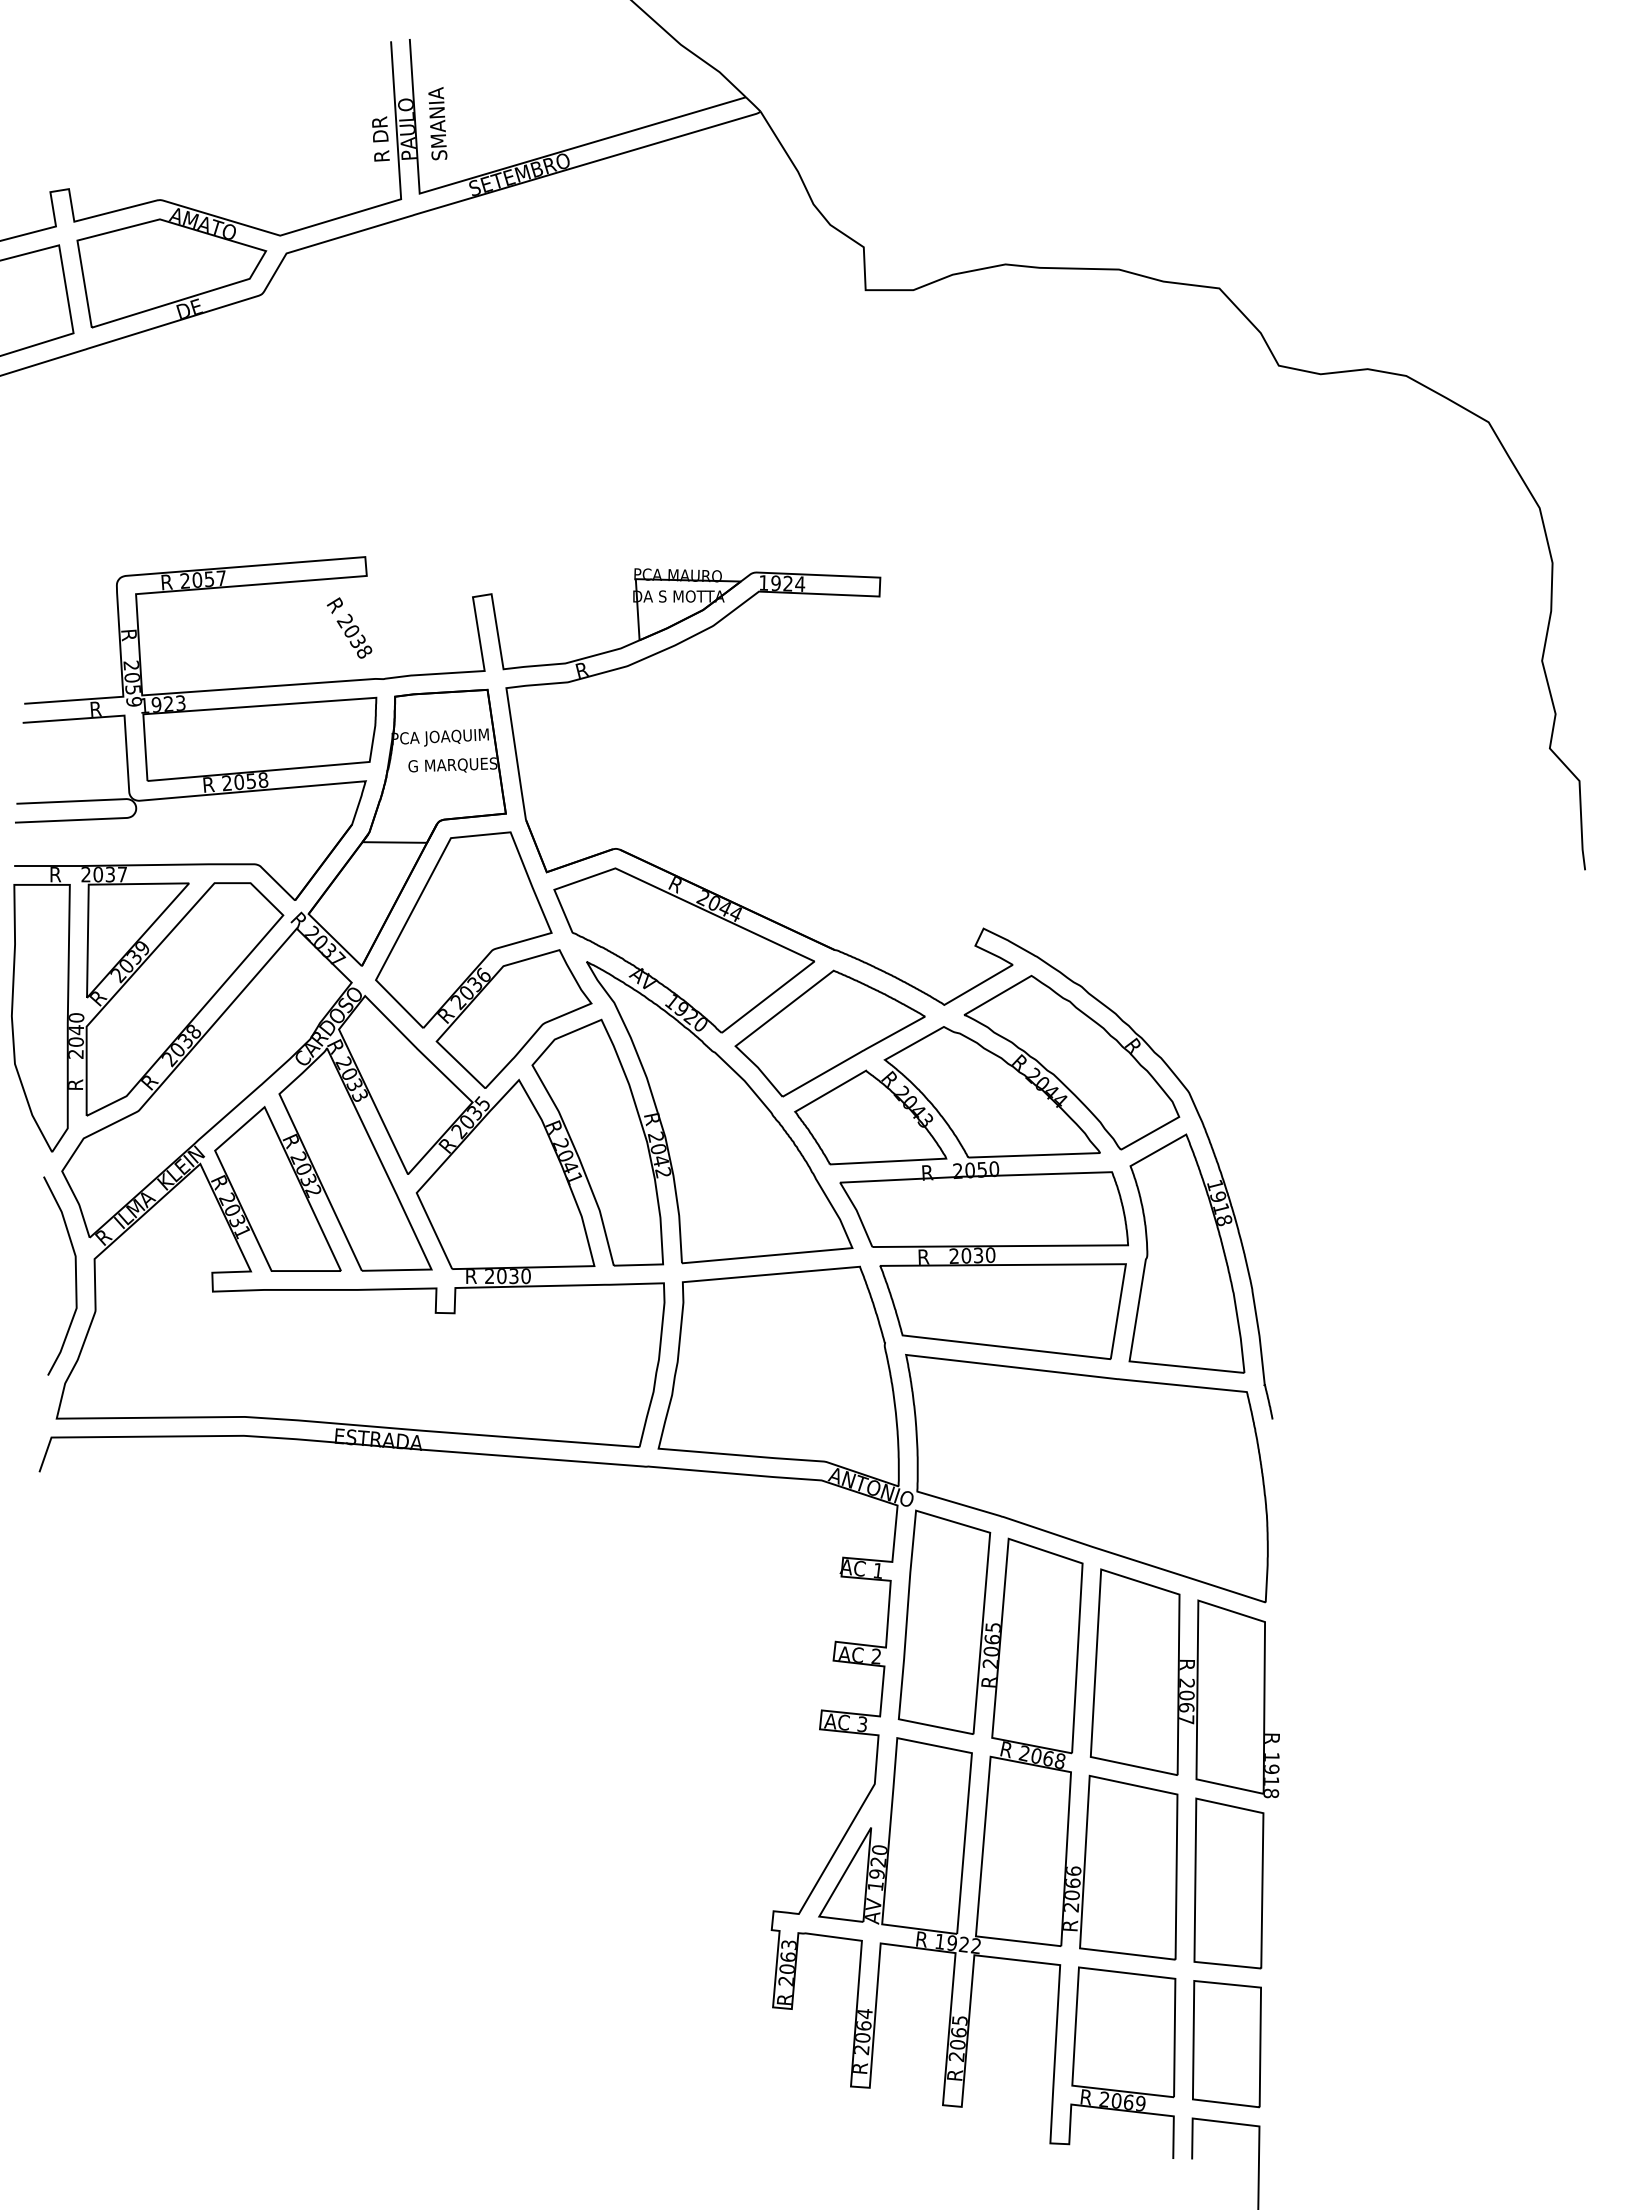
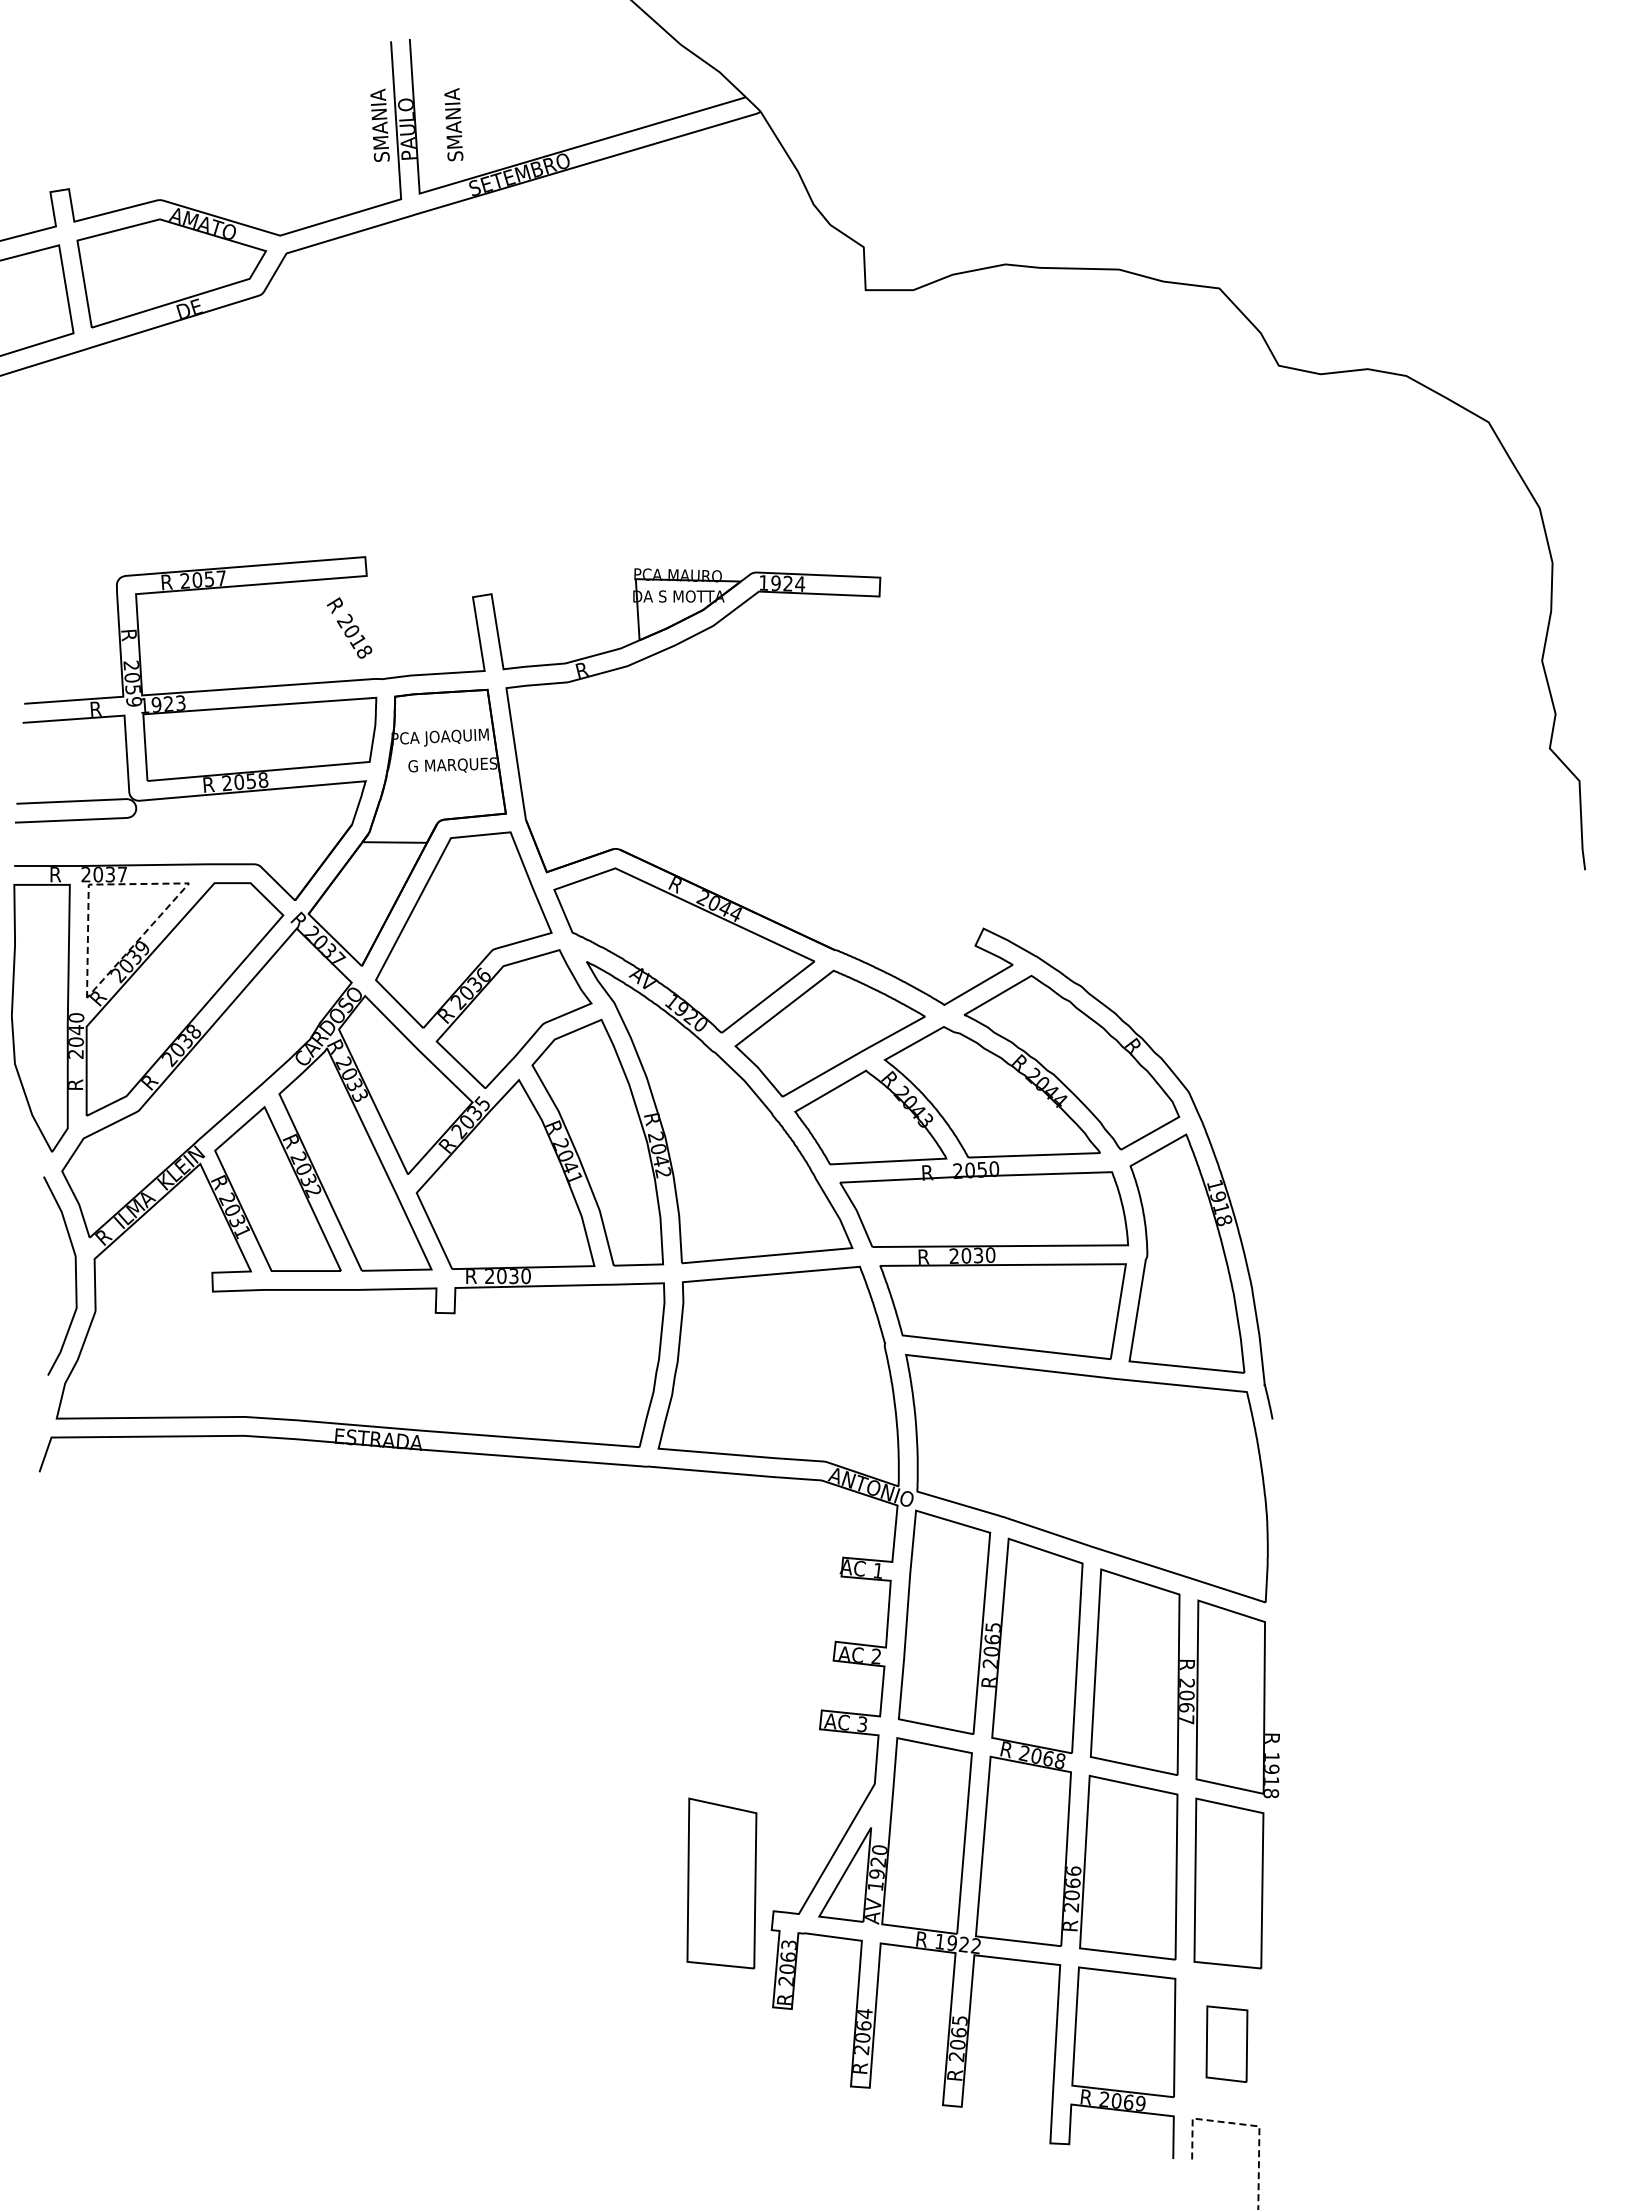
text at (437, 123) position: (437, 123) -> (453, 124)
text at (379, 124): R DR -> SMANIA
text at (357, 641): 2038 -> 2018
line at (159, 883): solid -> dashed
part at (721, 1883): none -> present
part at (1226, 2044) size: 70x129 px -> 44x78 px
line at (1247, 2125): solid -> dashed
